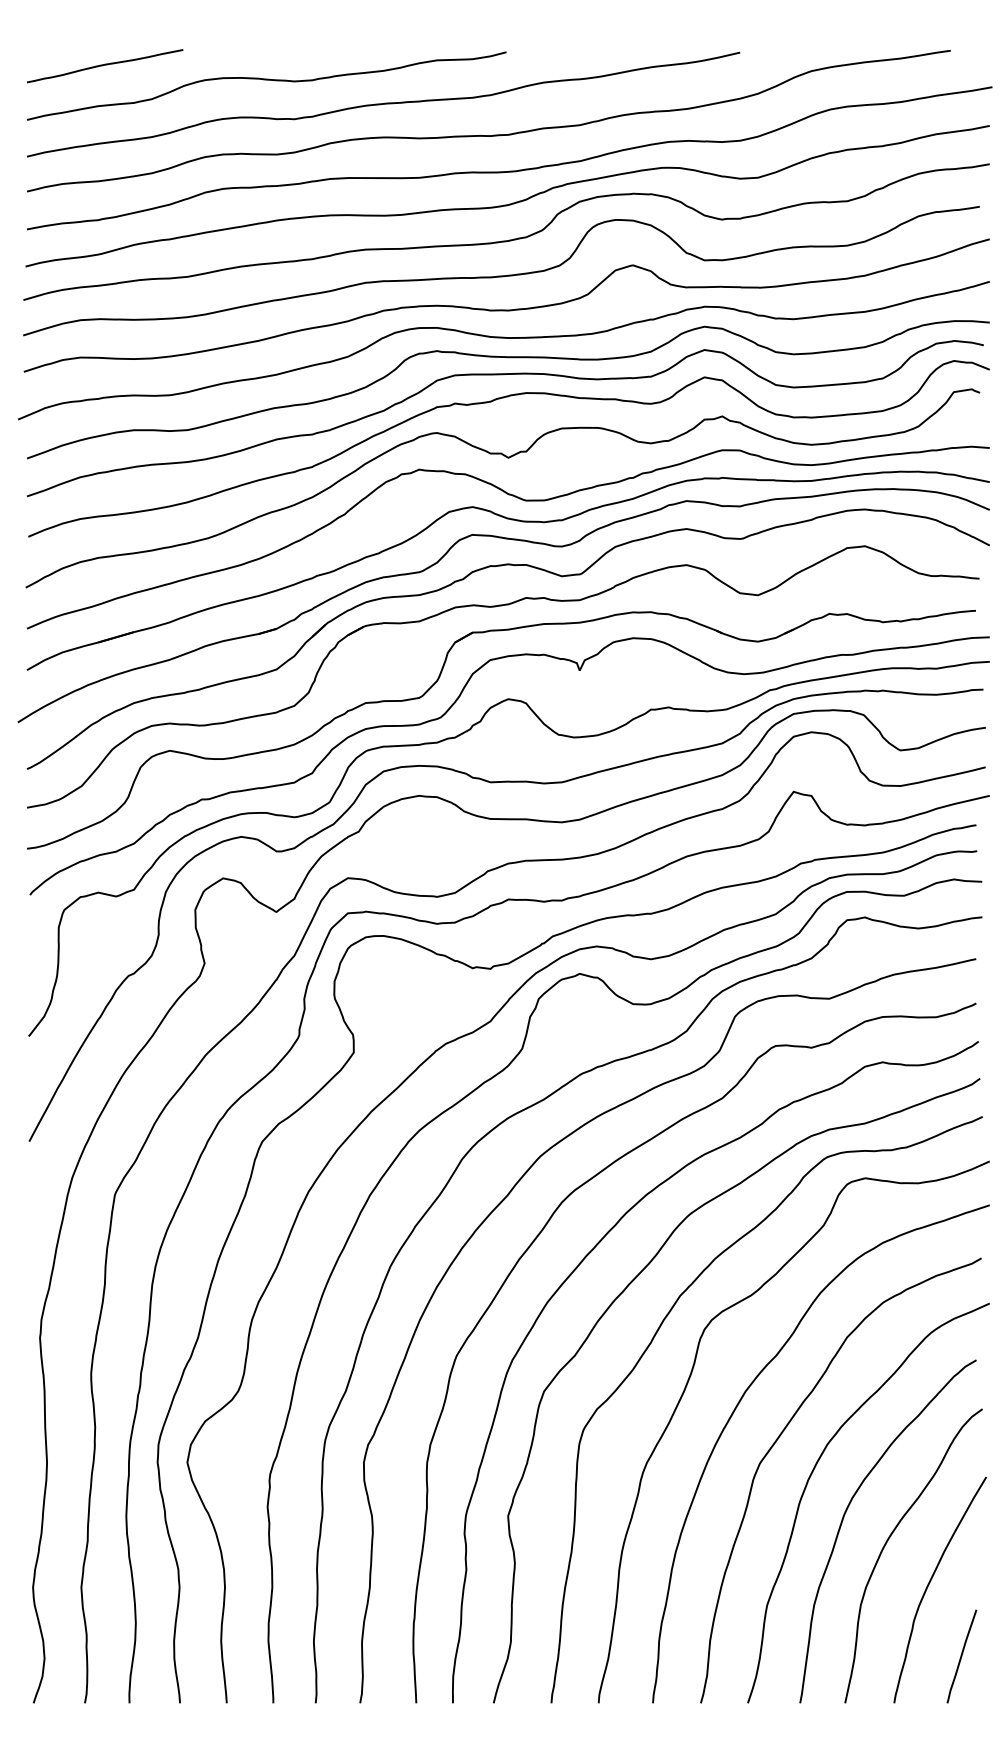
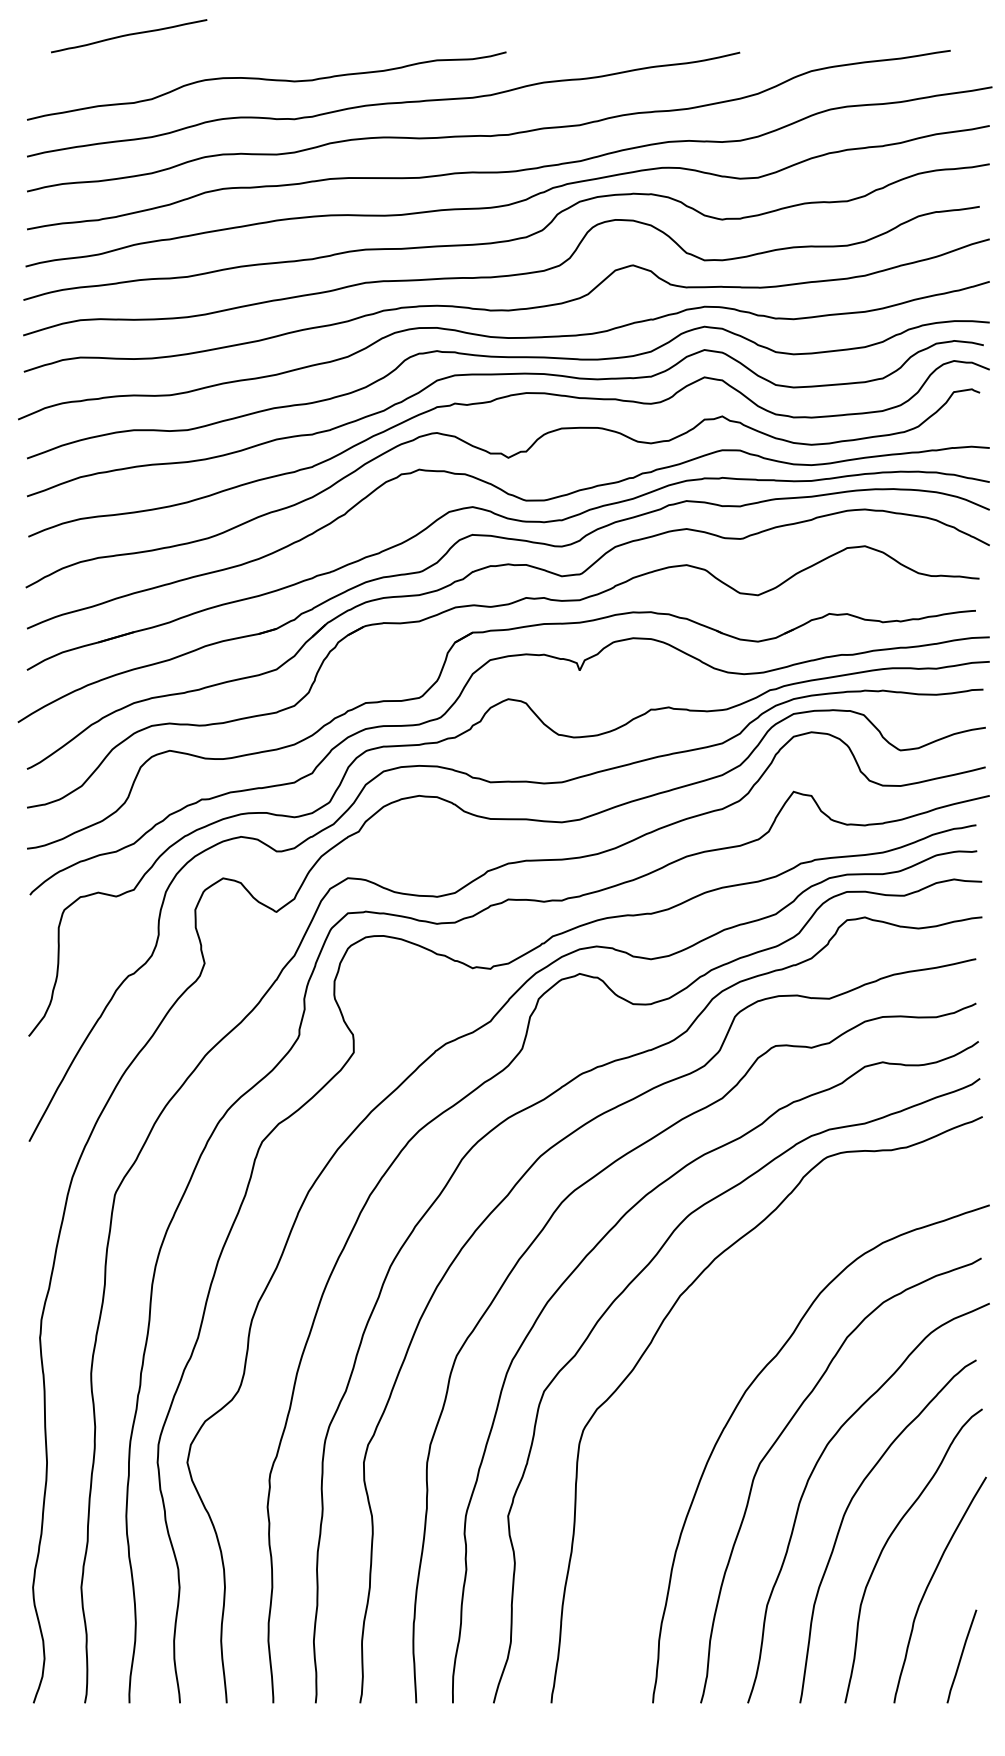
curve at (105, 65) position: (105, 65) -> (129, 35)
curve at (686, 1388): present -> none
